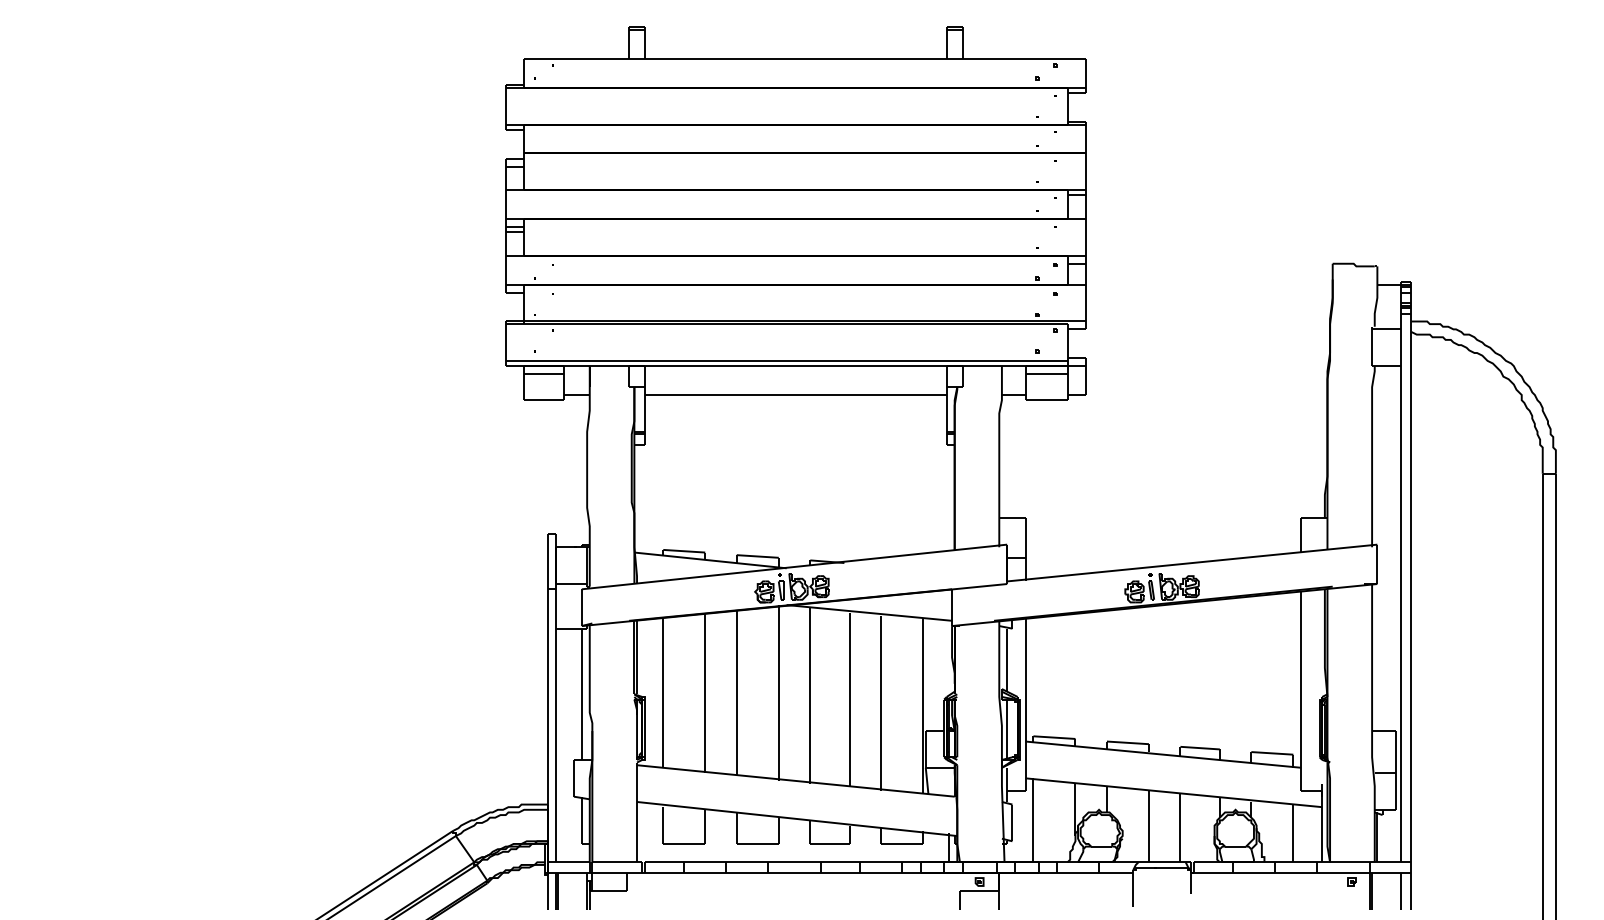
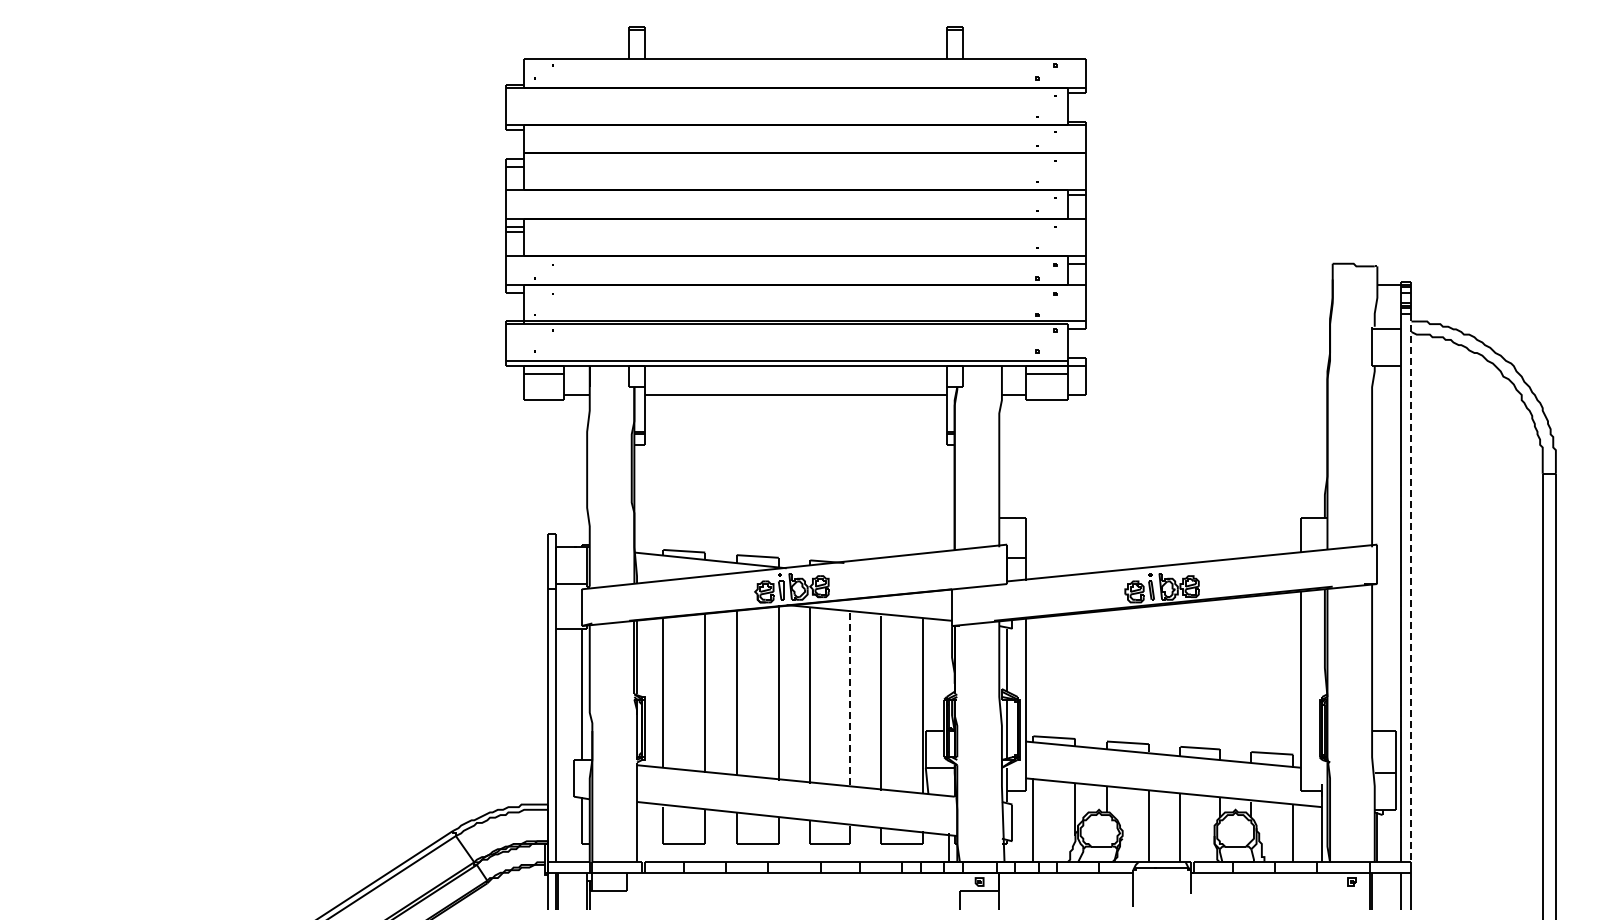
line at (1411, 588): solid -> dashed
line at (849, 699): solid -> dashed
